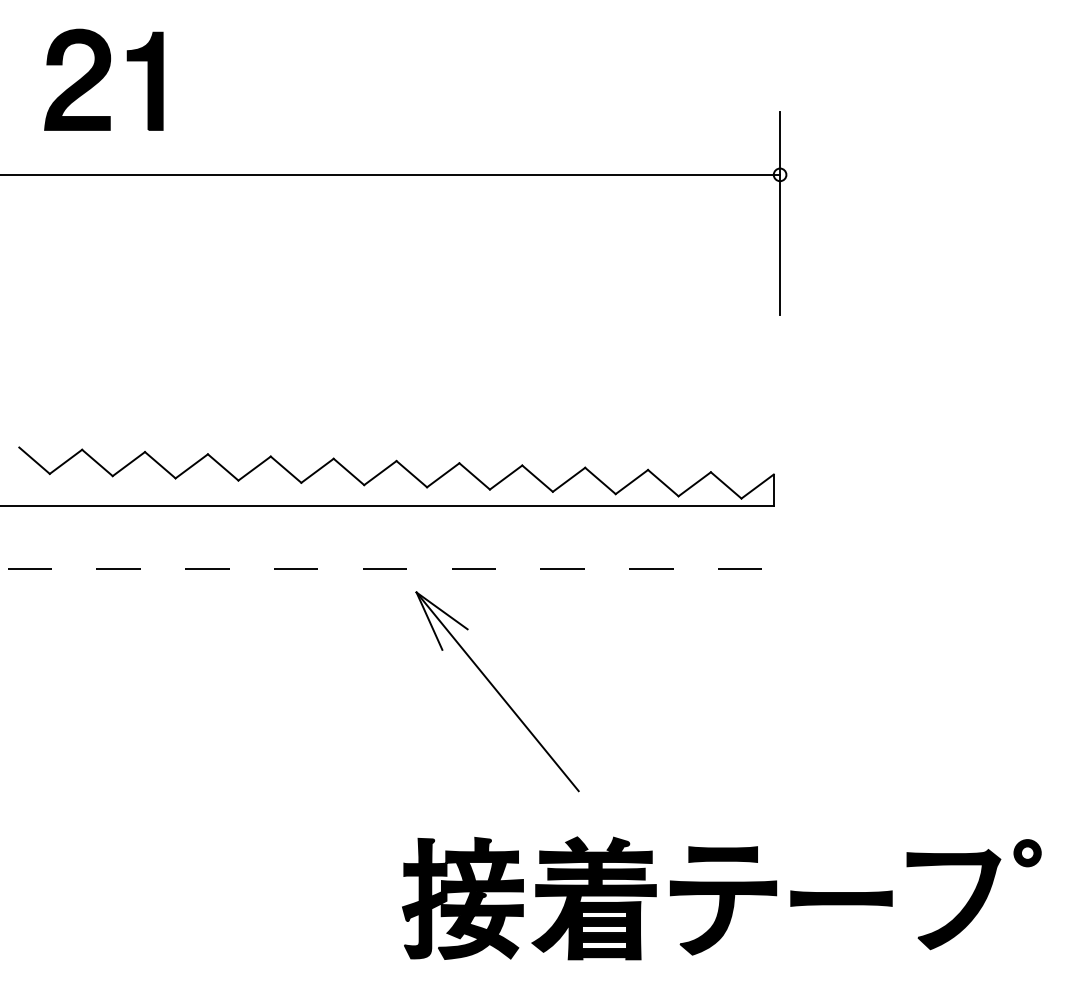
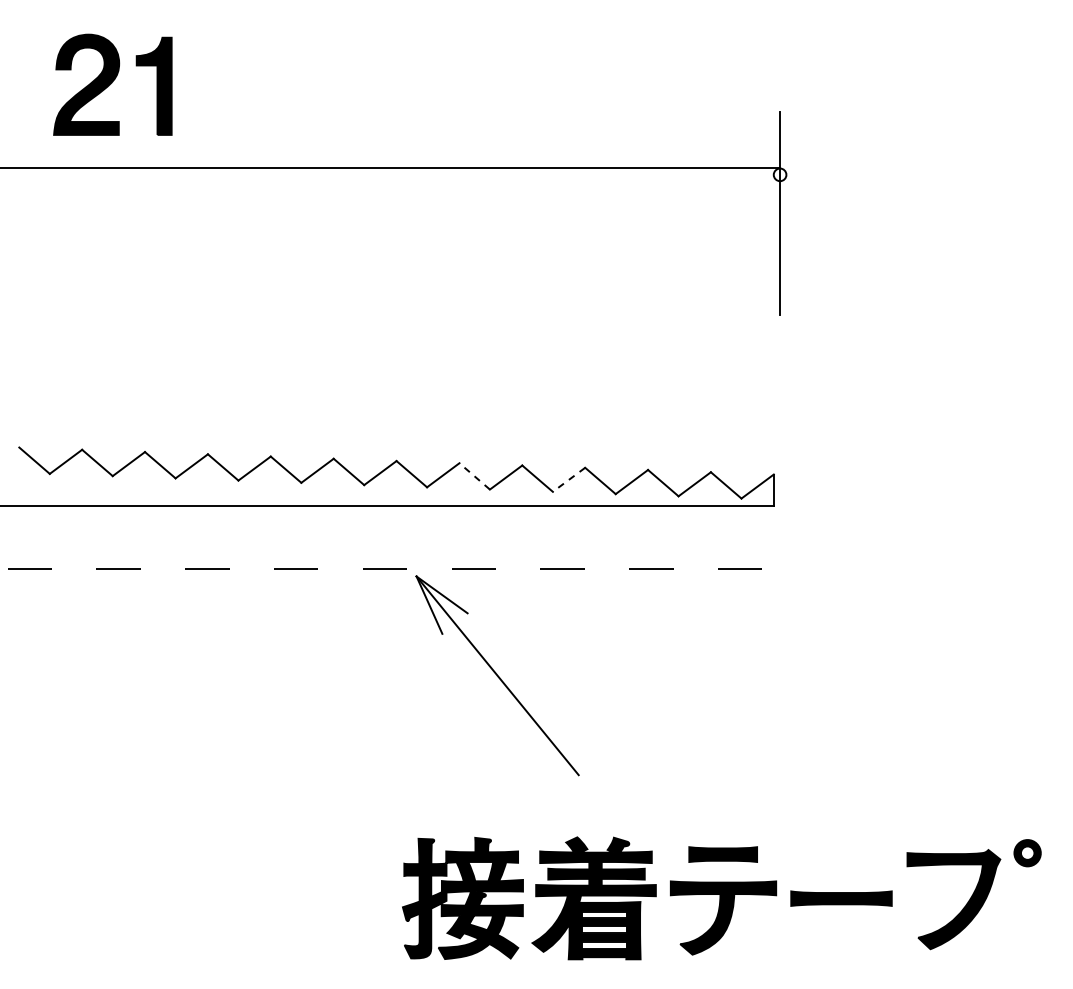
part at (103, 79) position: (103, 79) -> (112, 84)
line at (391, 174) position: (391, 174) -> (391, 167)
line at (474, 476): solid -> dashed
line at (568, 480): solid -> dashed
part at (497, 691) position: (497, 691) -> (497, 675)
